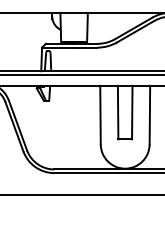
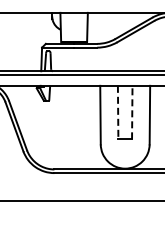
line at (118, 112): solid -> dashed
line at (132, 112): solid -> dashed
line at (81, 195) position: (81, 195) -> (81, 201)
